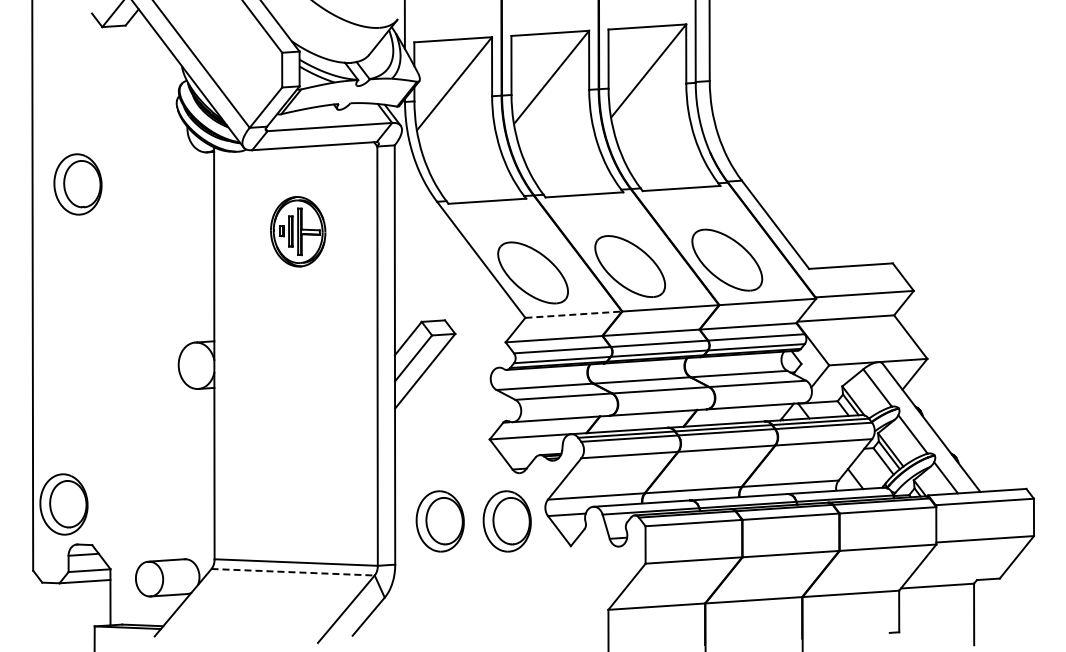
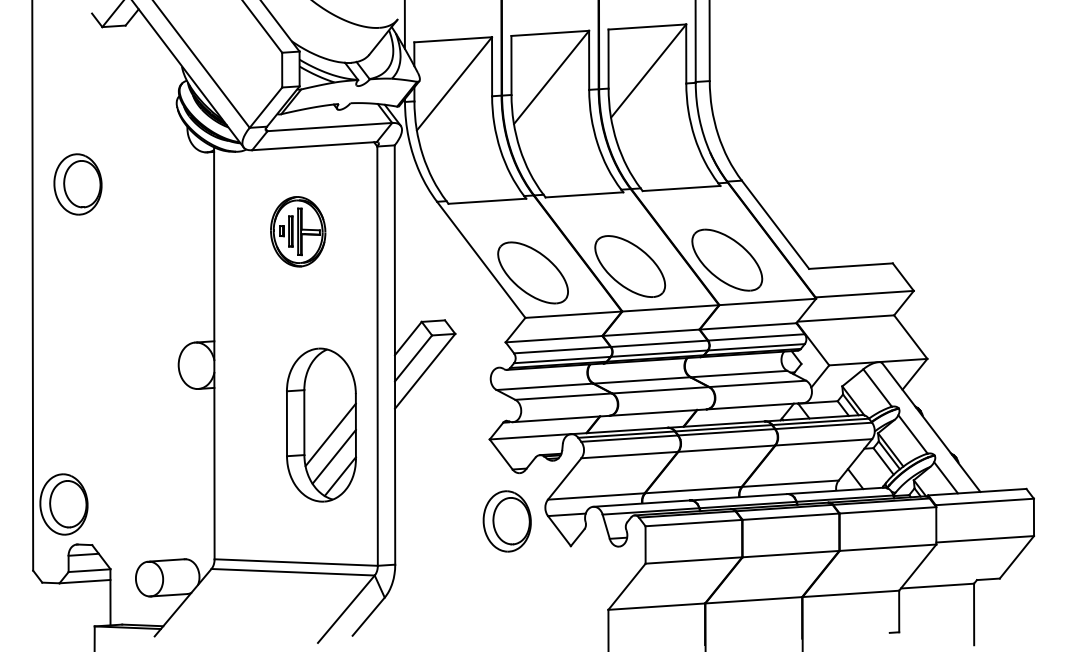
line at (574, 314): dashed -> solid
part at (321, 424): none -> present
part at (439, 521): present -> none
line at (293, 572): dashed -> solid
